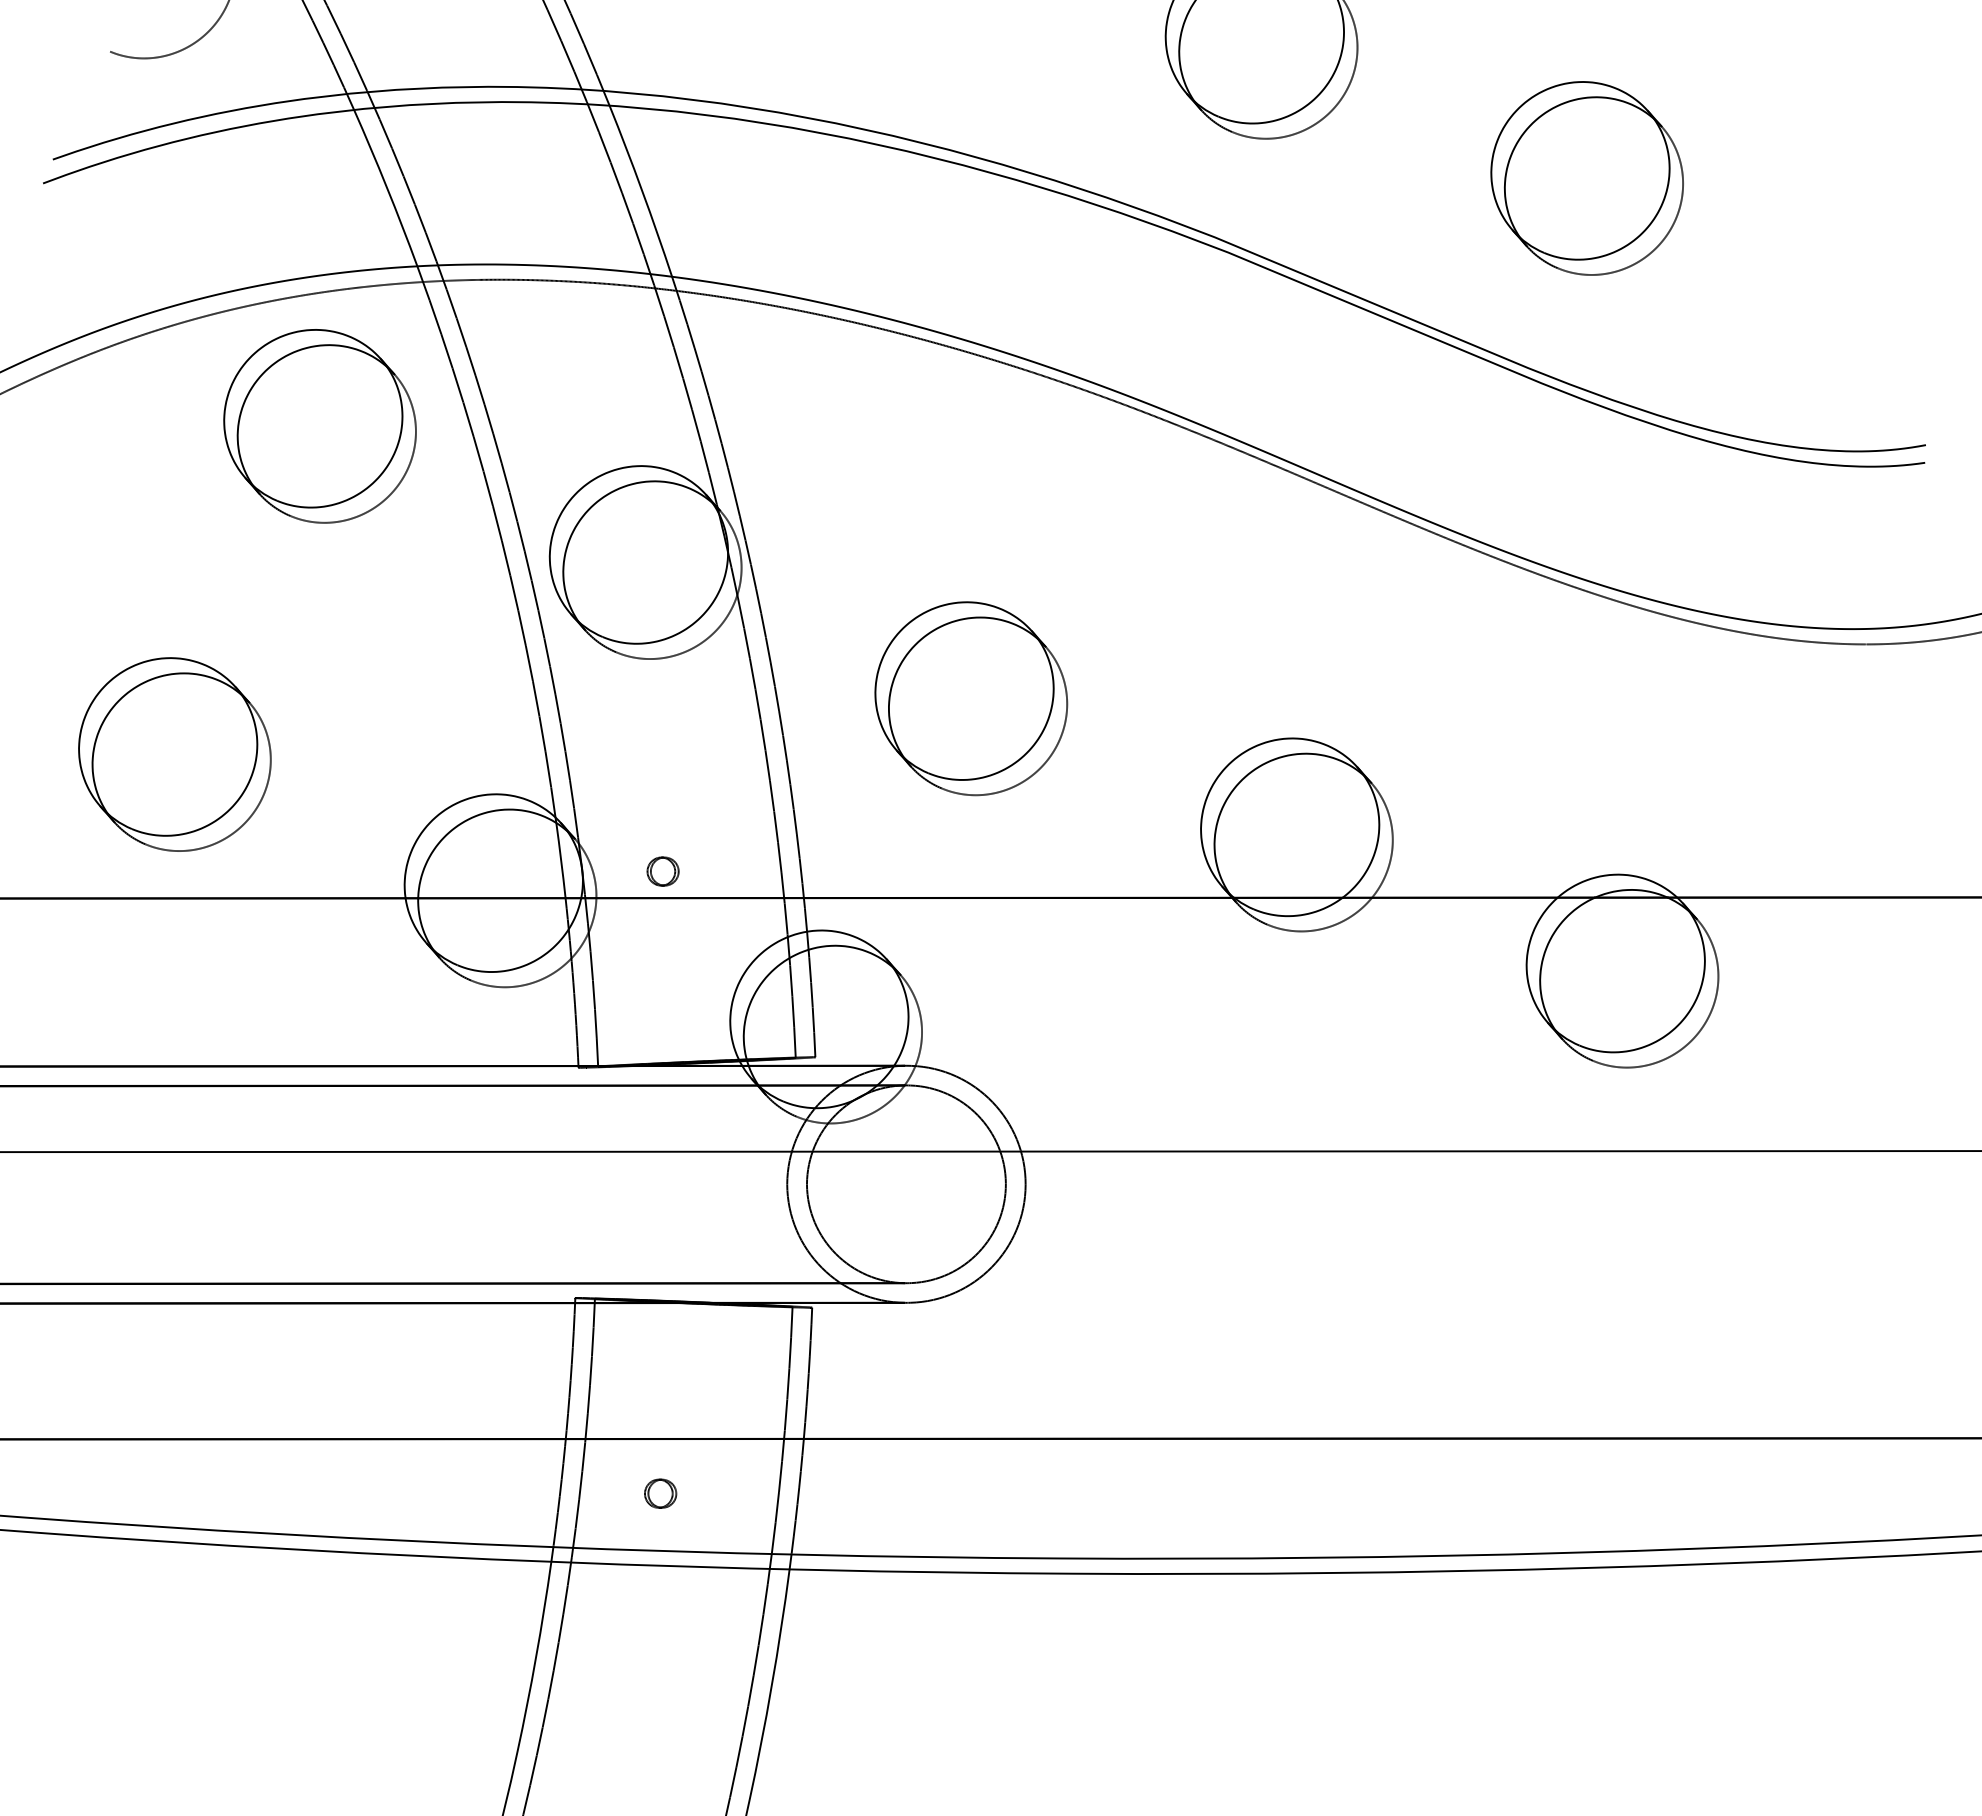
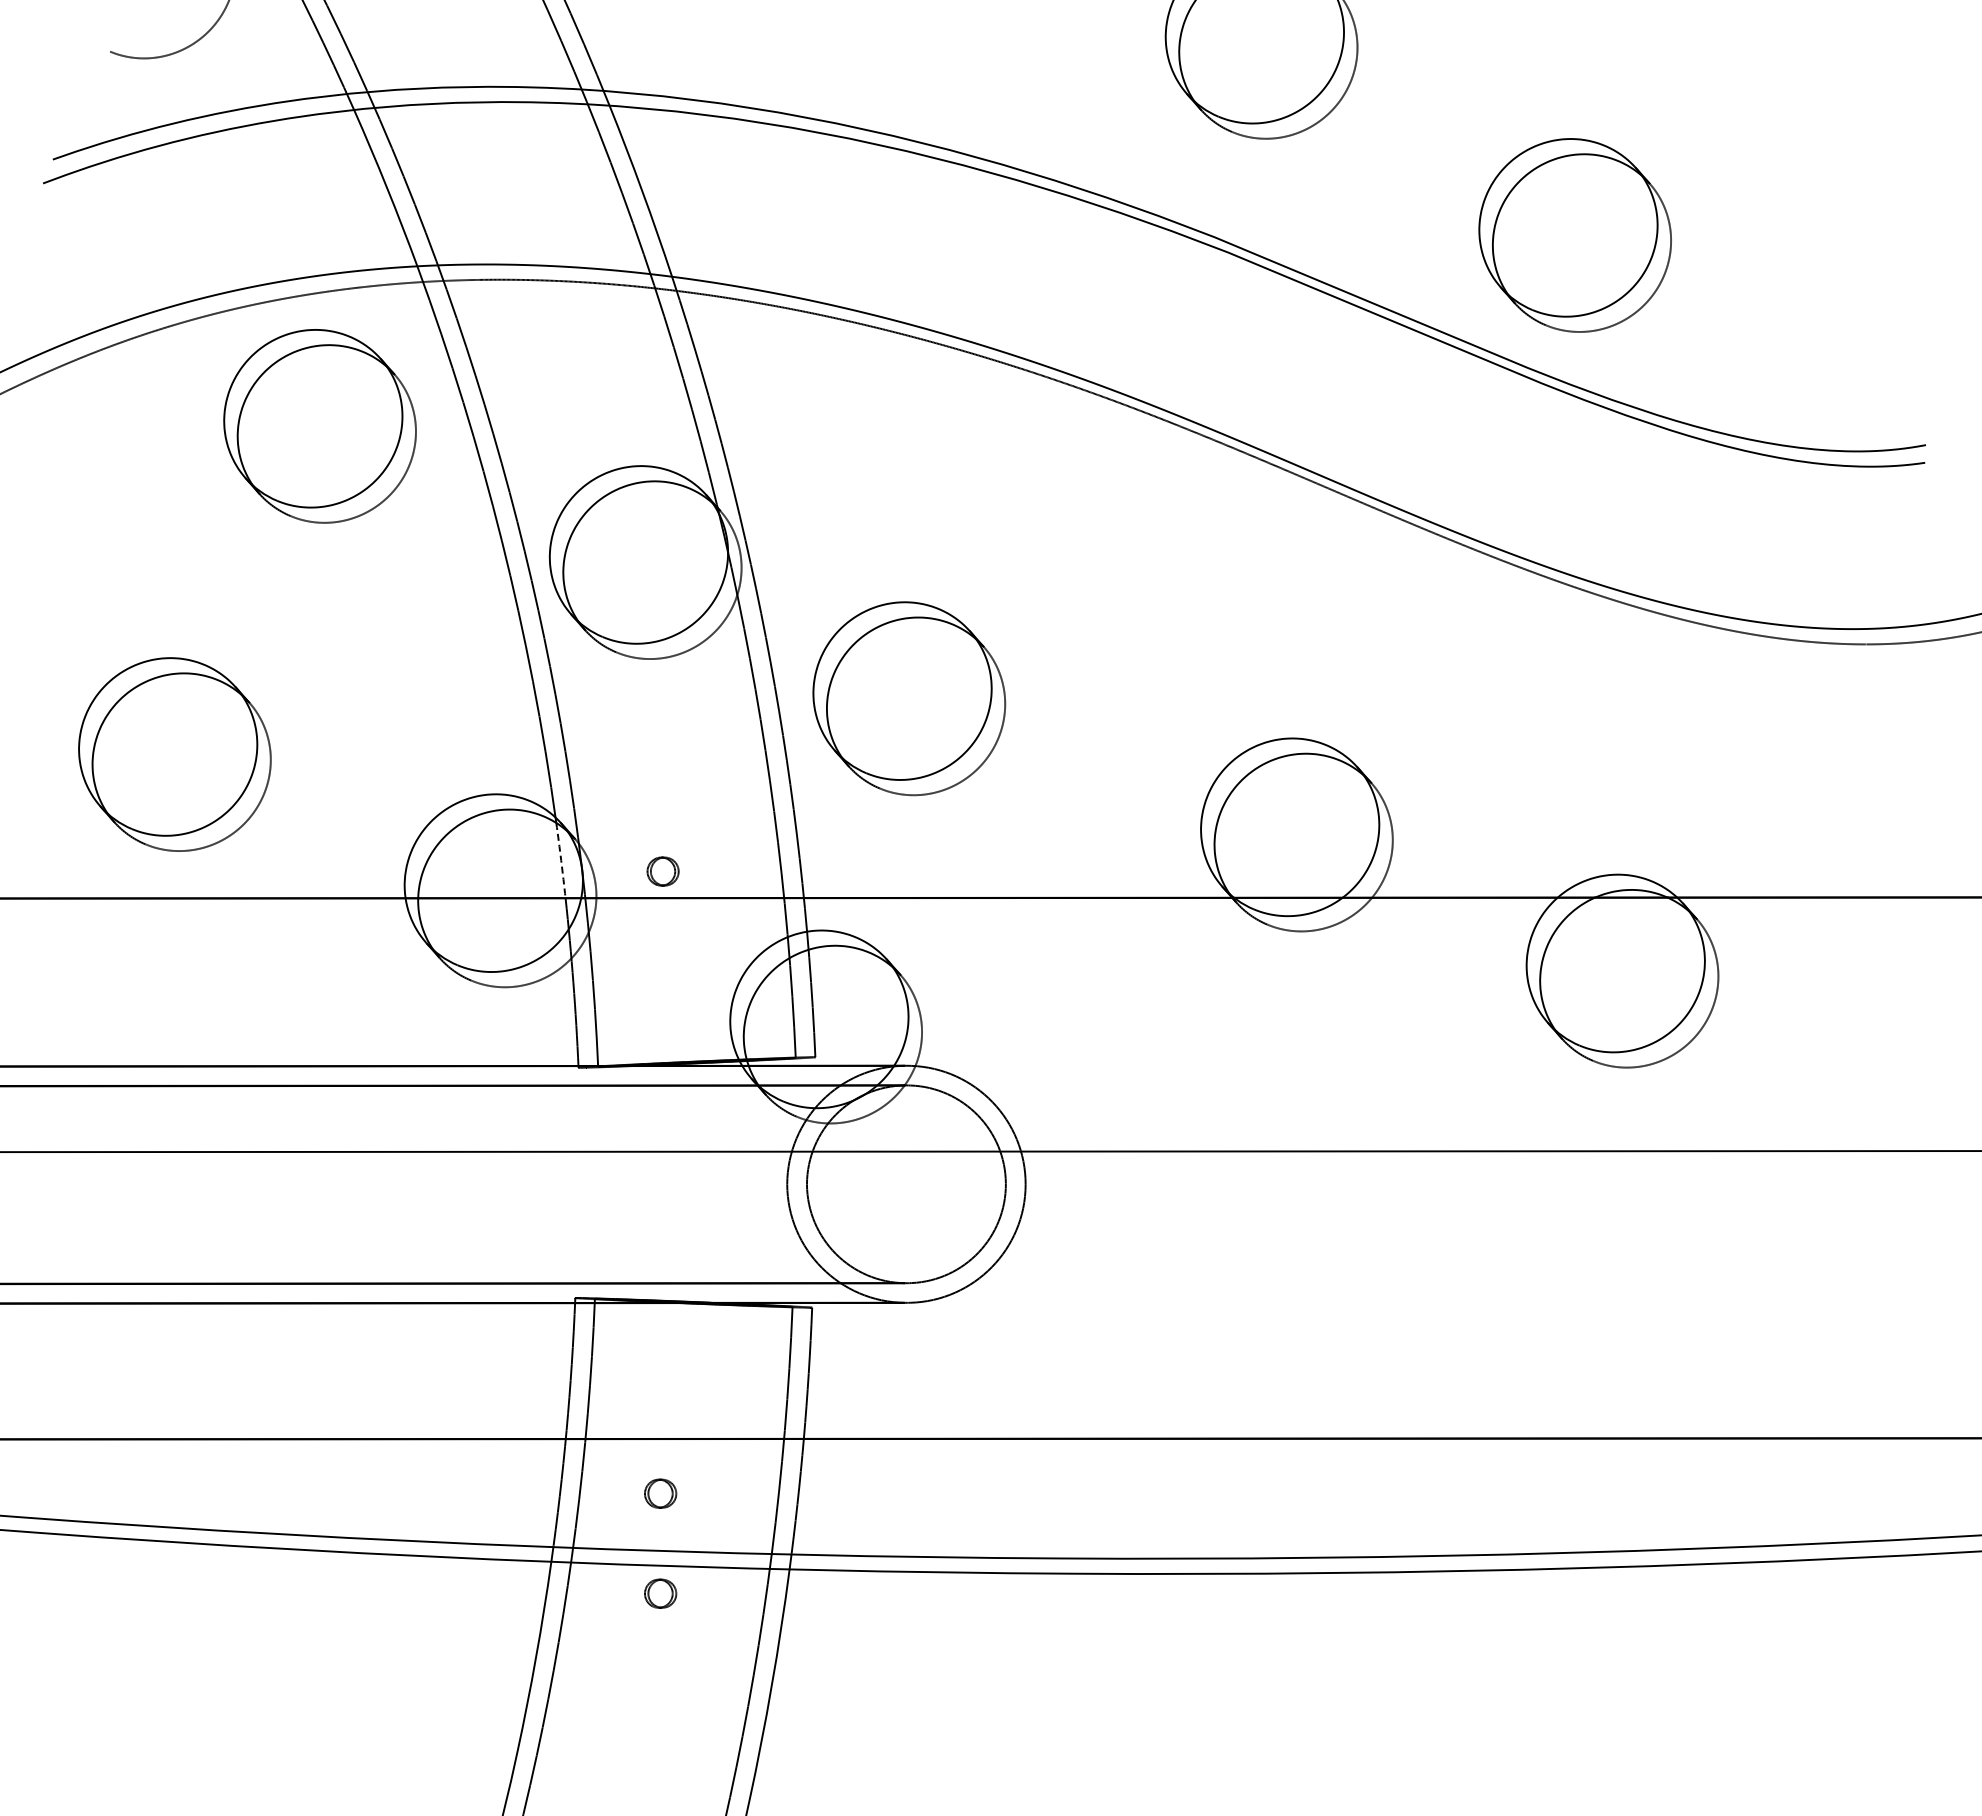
part at (1586, 178) position: (1586, 178) -> (1574, 235)
part at (971, 698) position: (971, 698) -> (909, 698)
arc at (561, 860): solid -> dashed
part at (660, 1593): none -> present
